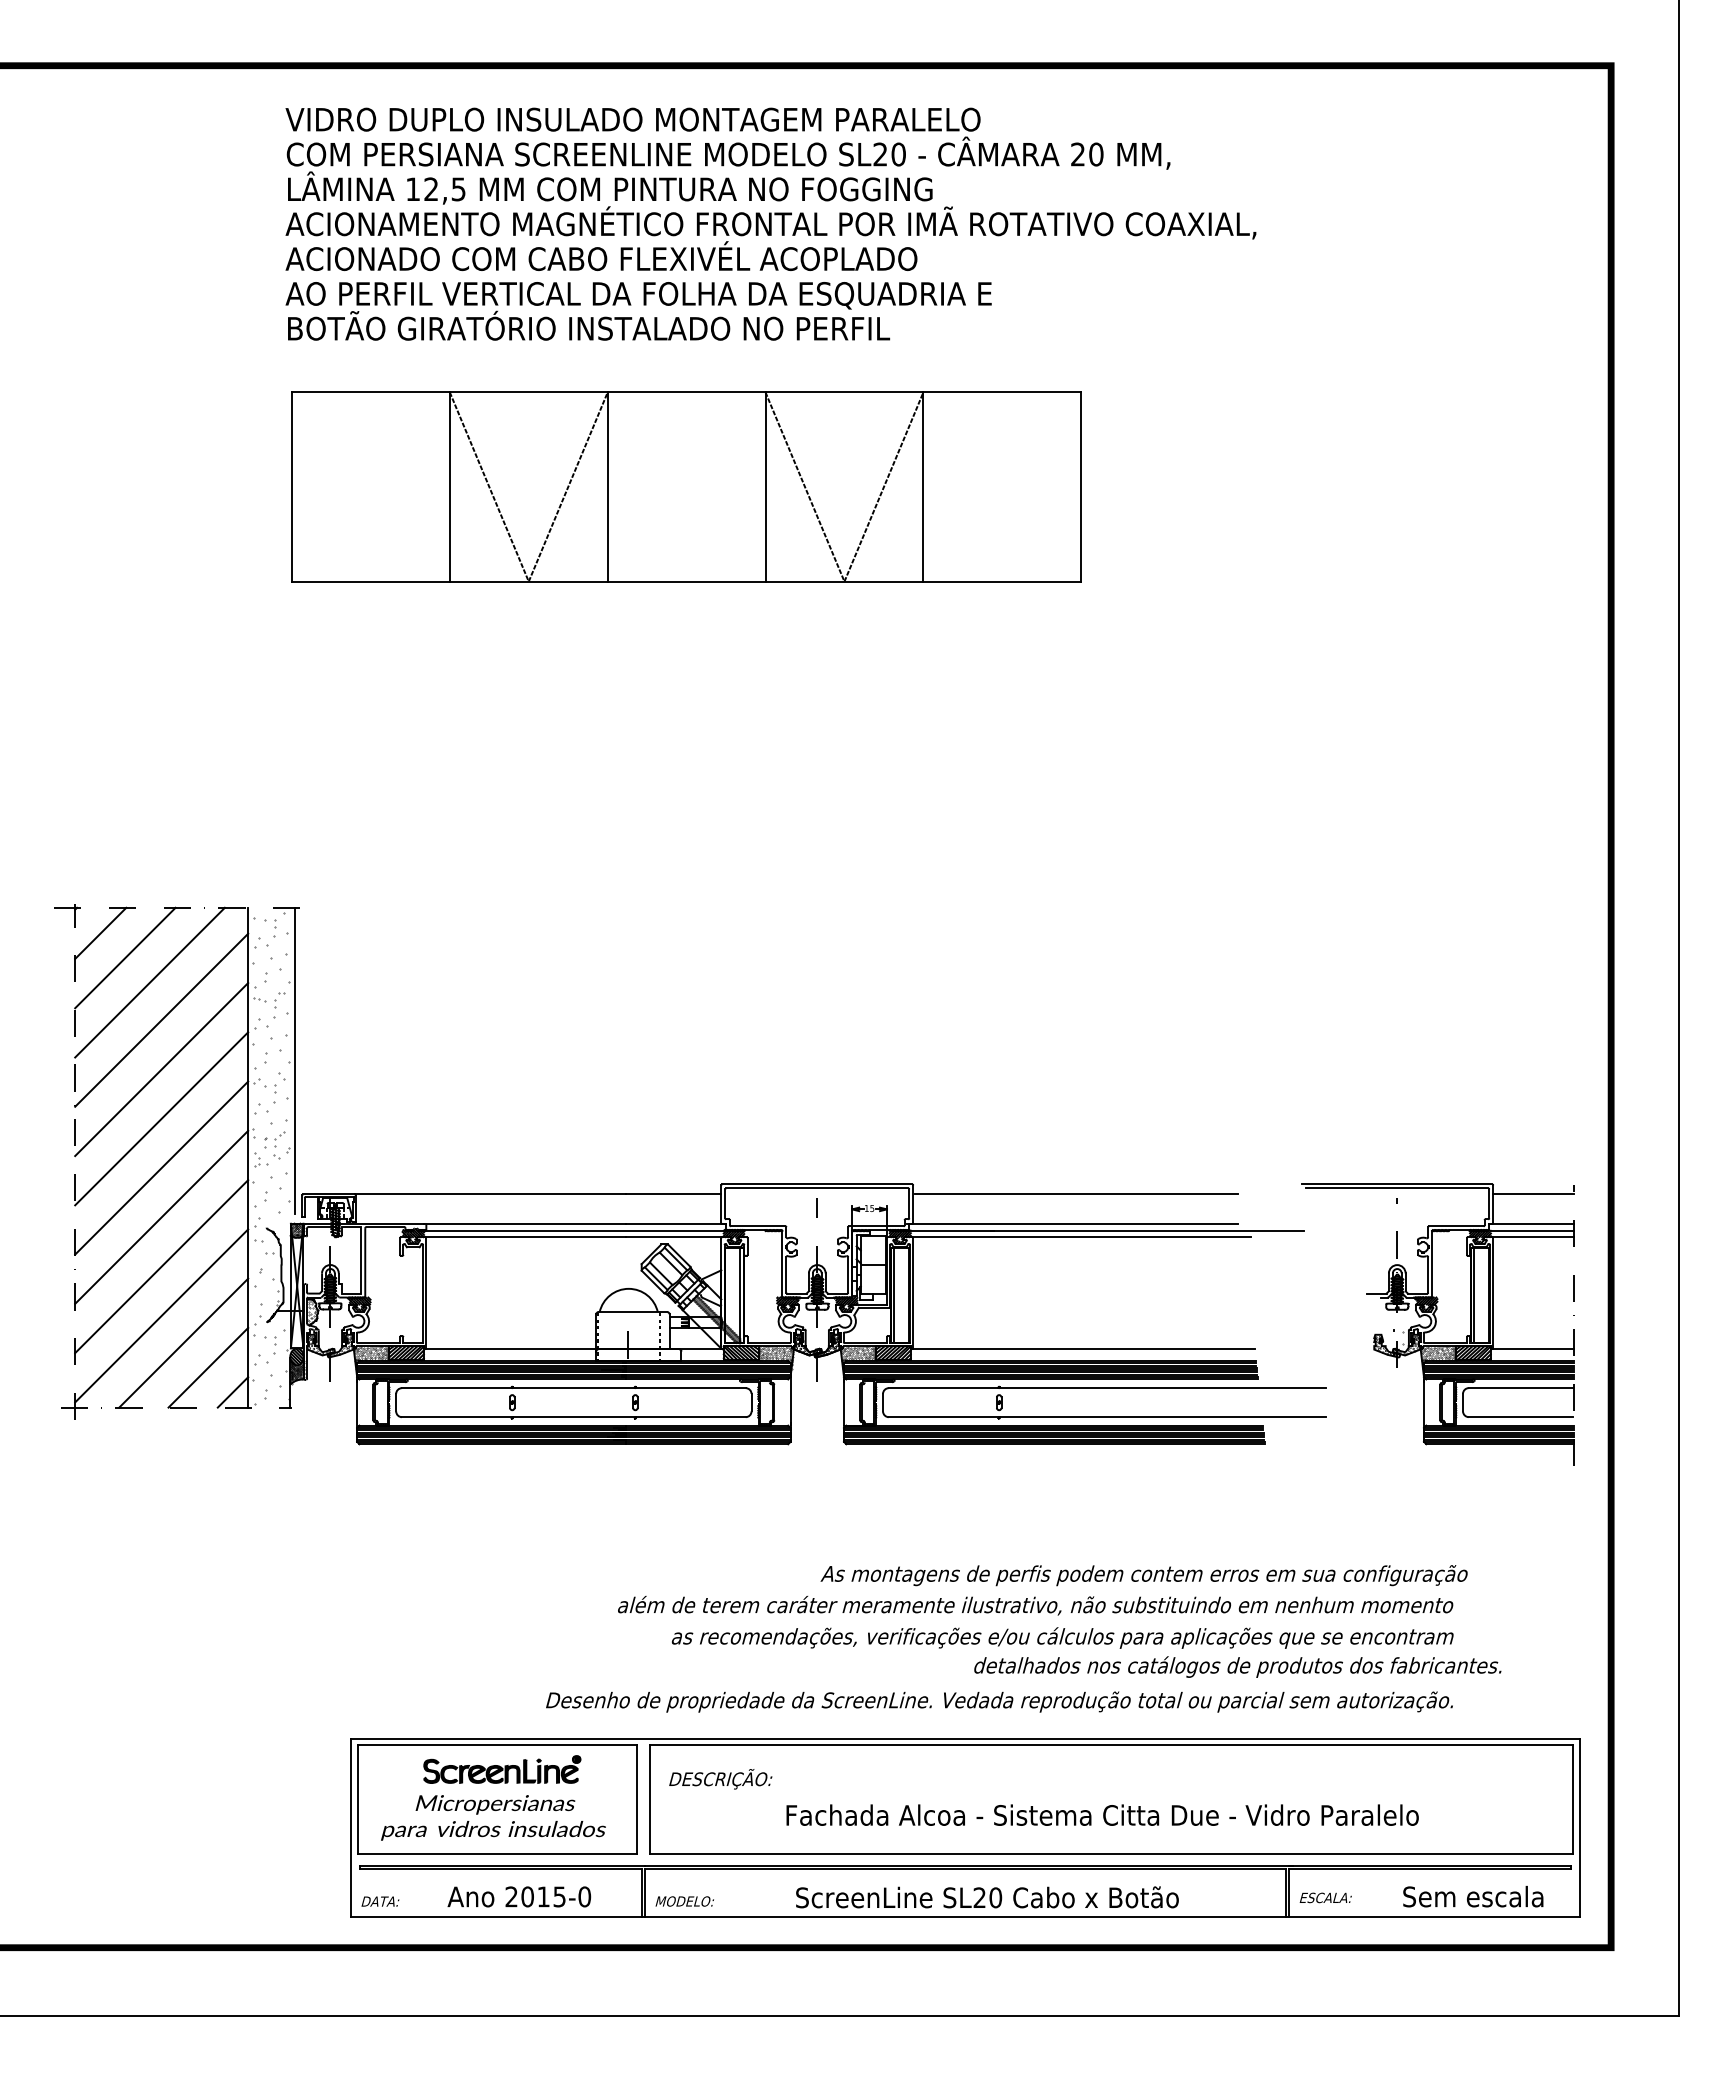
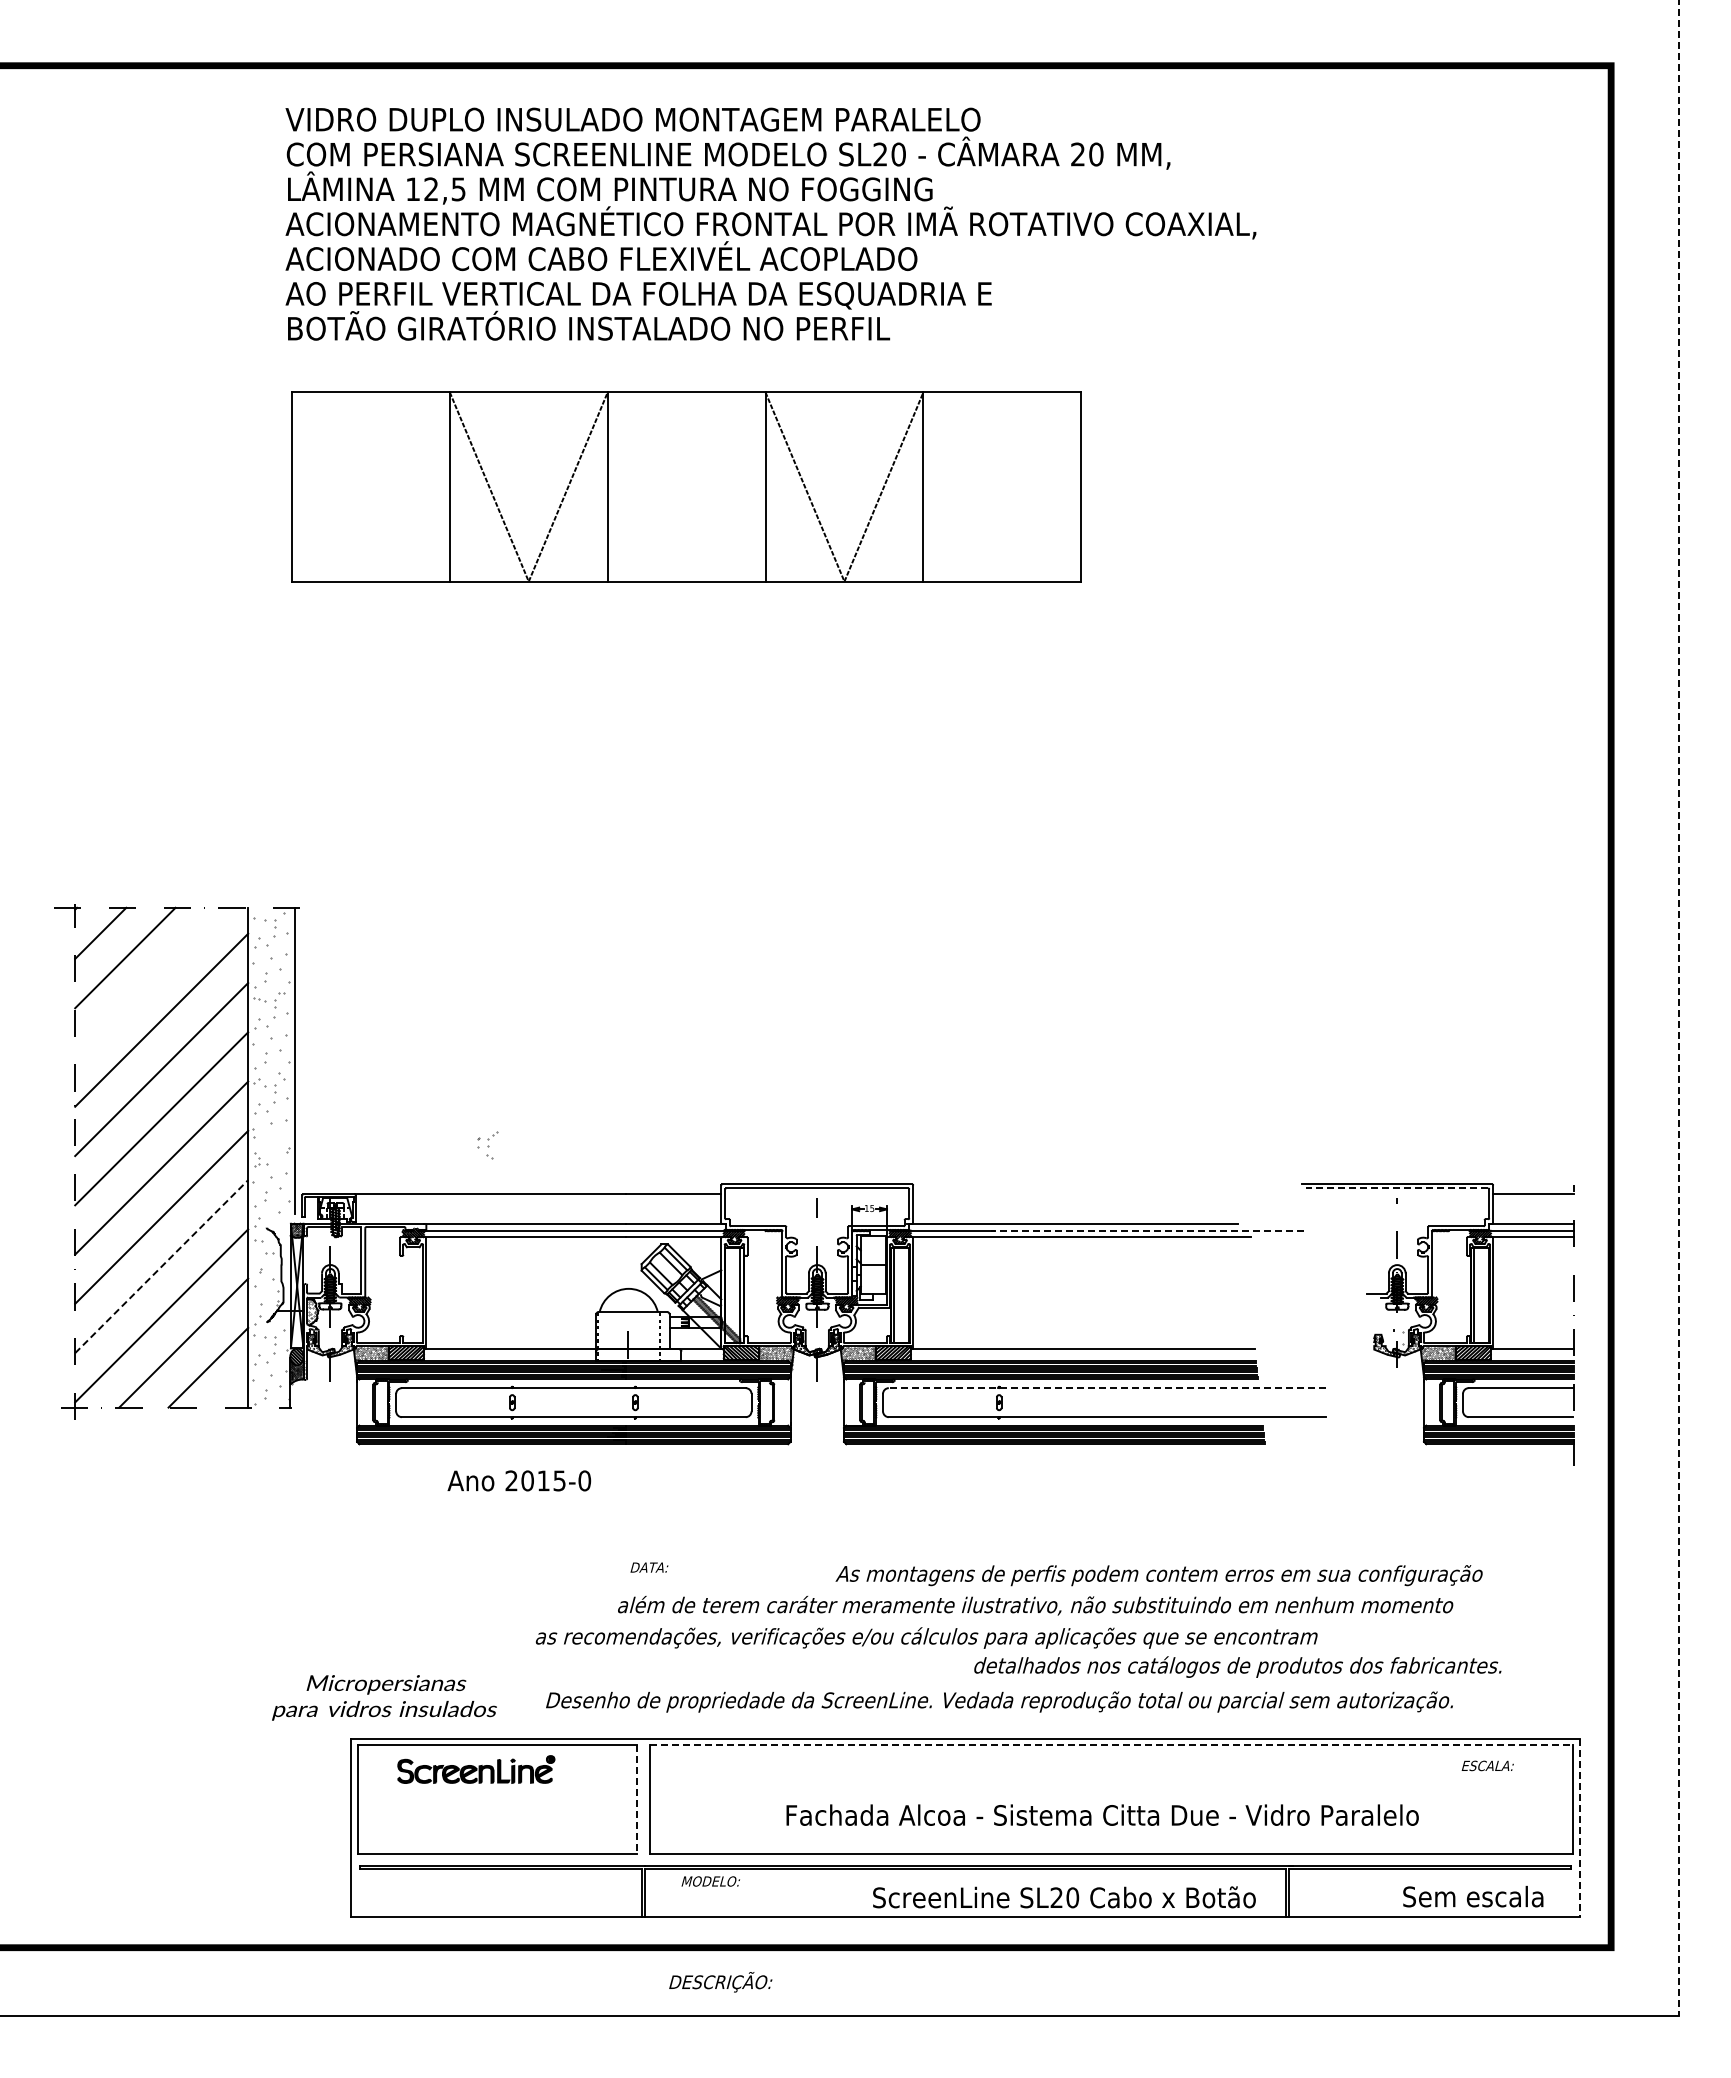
line at (149, 982): present -> none
line at (1679, 1008): solid -> dashed
part at (274, 1145) position: (274, 1145) -> (487, 1145)
line at (1396, 1188): solid -> dashed
line at (1076, 1194): present -> none
line at (1146, 1230): solid -> dashed
line at (162, 1266): solid -> dashed
line at (1106, 1388): solid -> dashed
line at (232, 1392): present -> none
text at (1143, 1575) position: (1143, 1575) -> (1158, 1575)
text at (1062, 1637) position: (1062, 1637) -> (926, 1637)
line at (1111, 1745): solid -> dashed
part at (502, 1769) position: (502, 1769) -> (476, 1769)
text at (720, 1779) position: (720, 1779) -> (720, 1982)
line at (636, 1800): solid -> dashed
text at (493, 1817) position: (493, 1817) -> (384, 1697)
line at (1580, 1828): solid -> dashed
text at (519, 1896) position: (519, 1896) -> (519, 1480)
text at (987, 1897) position: (987, 1897) -> (1064, 1897)
text at (1325, 1897) position: (1325, 1897) -> (1487, 1765)
text at (380, 1901) position: (380, 1901) -> (649, 1567)
text at (684, 1901) position: (684, 1901) -> (710, 1881)
